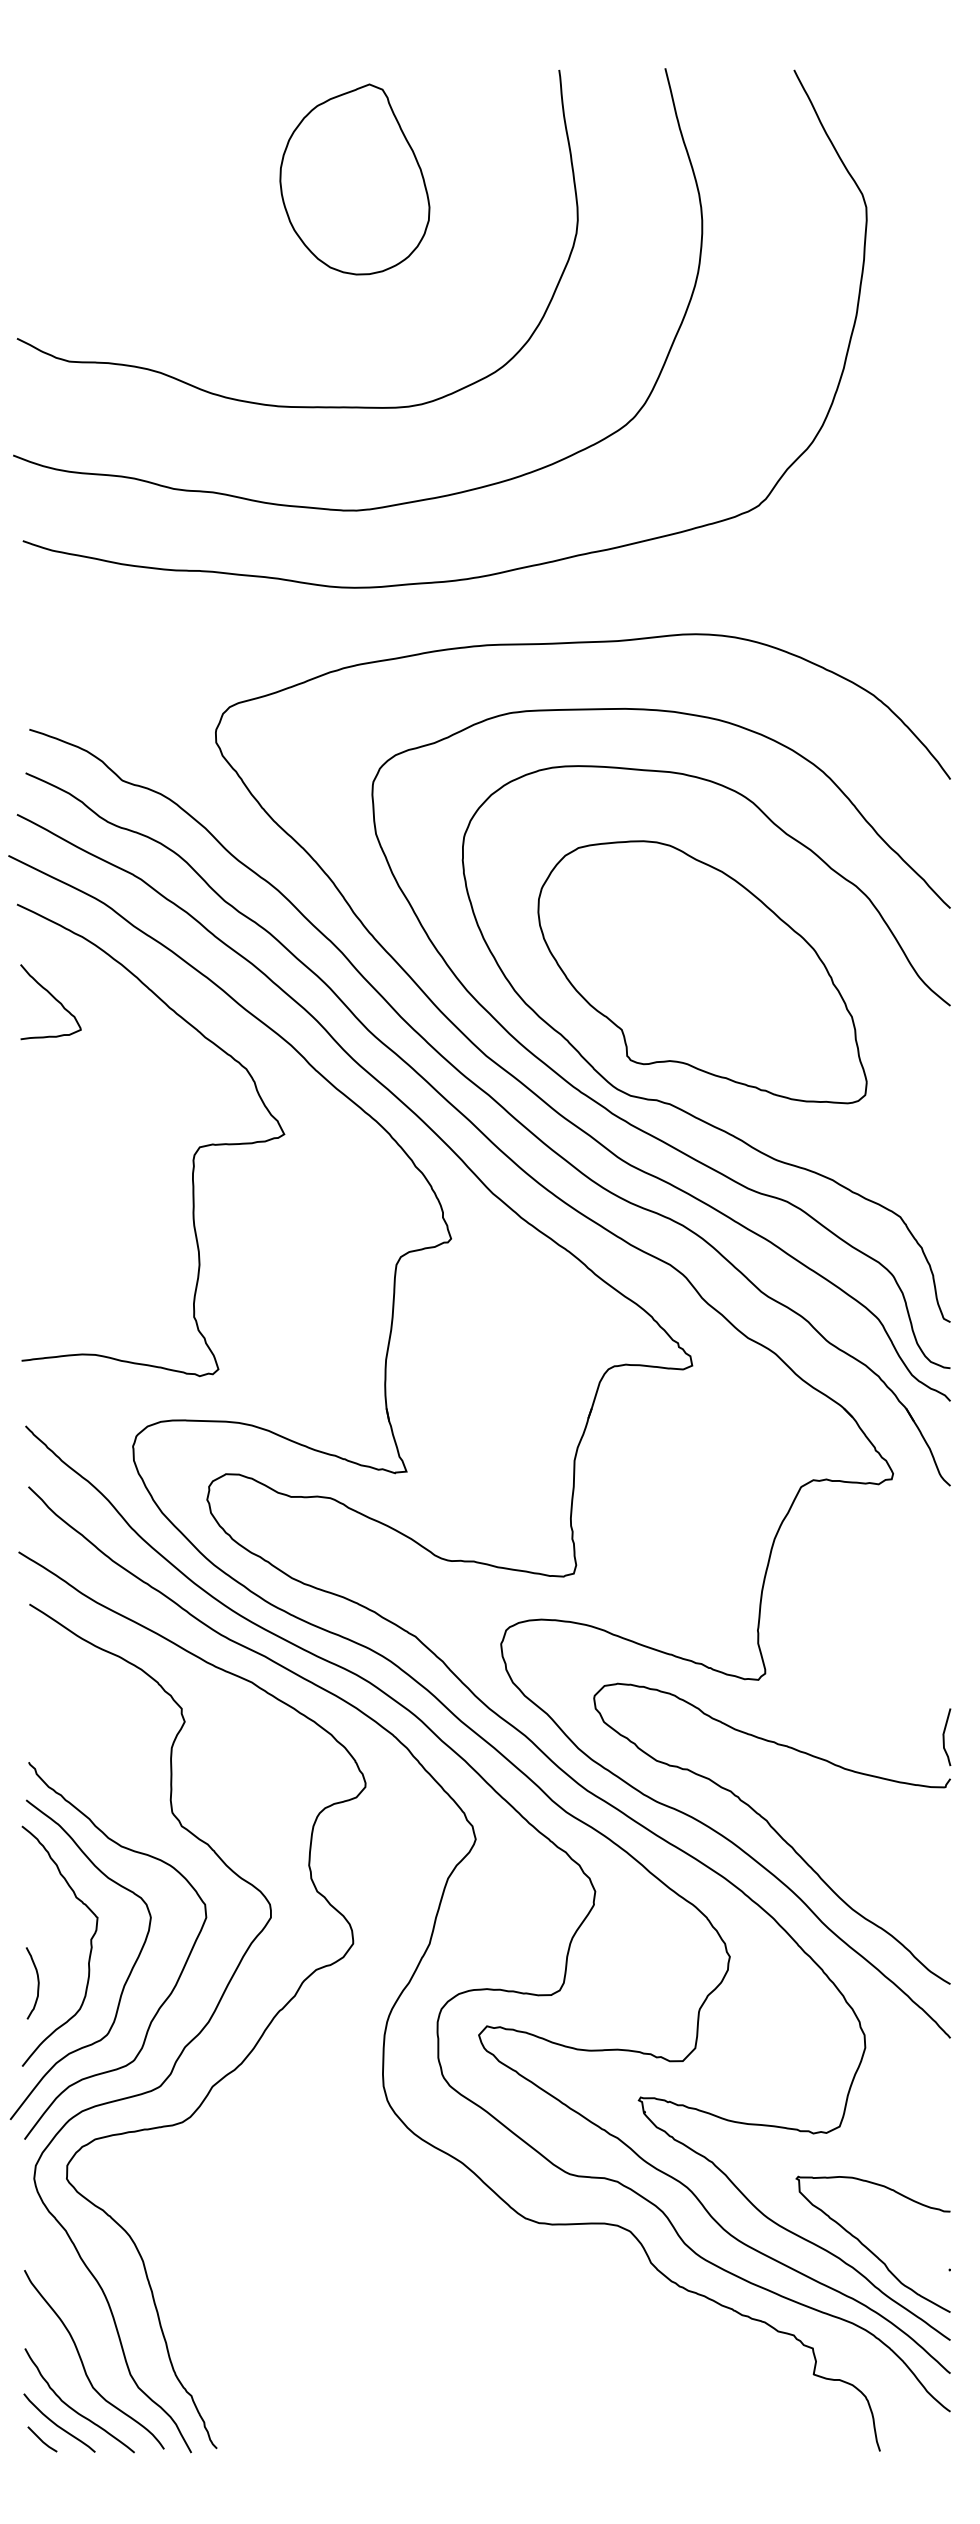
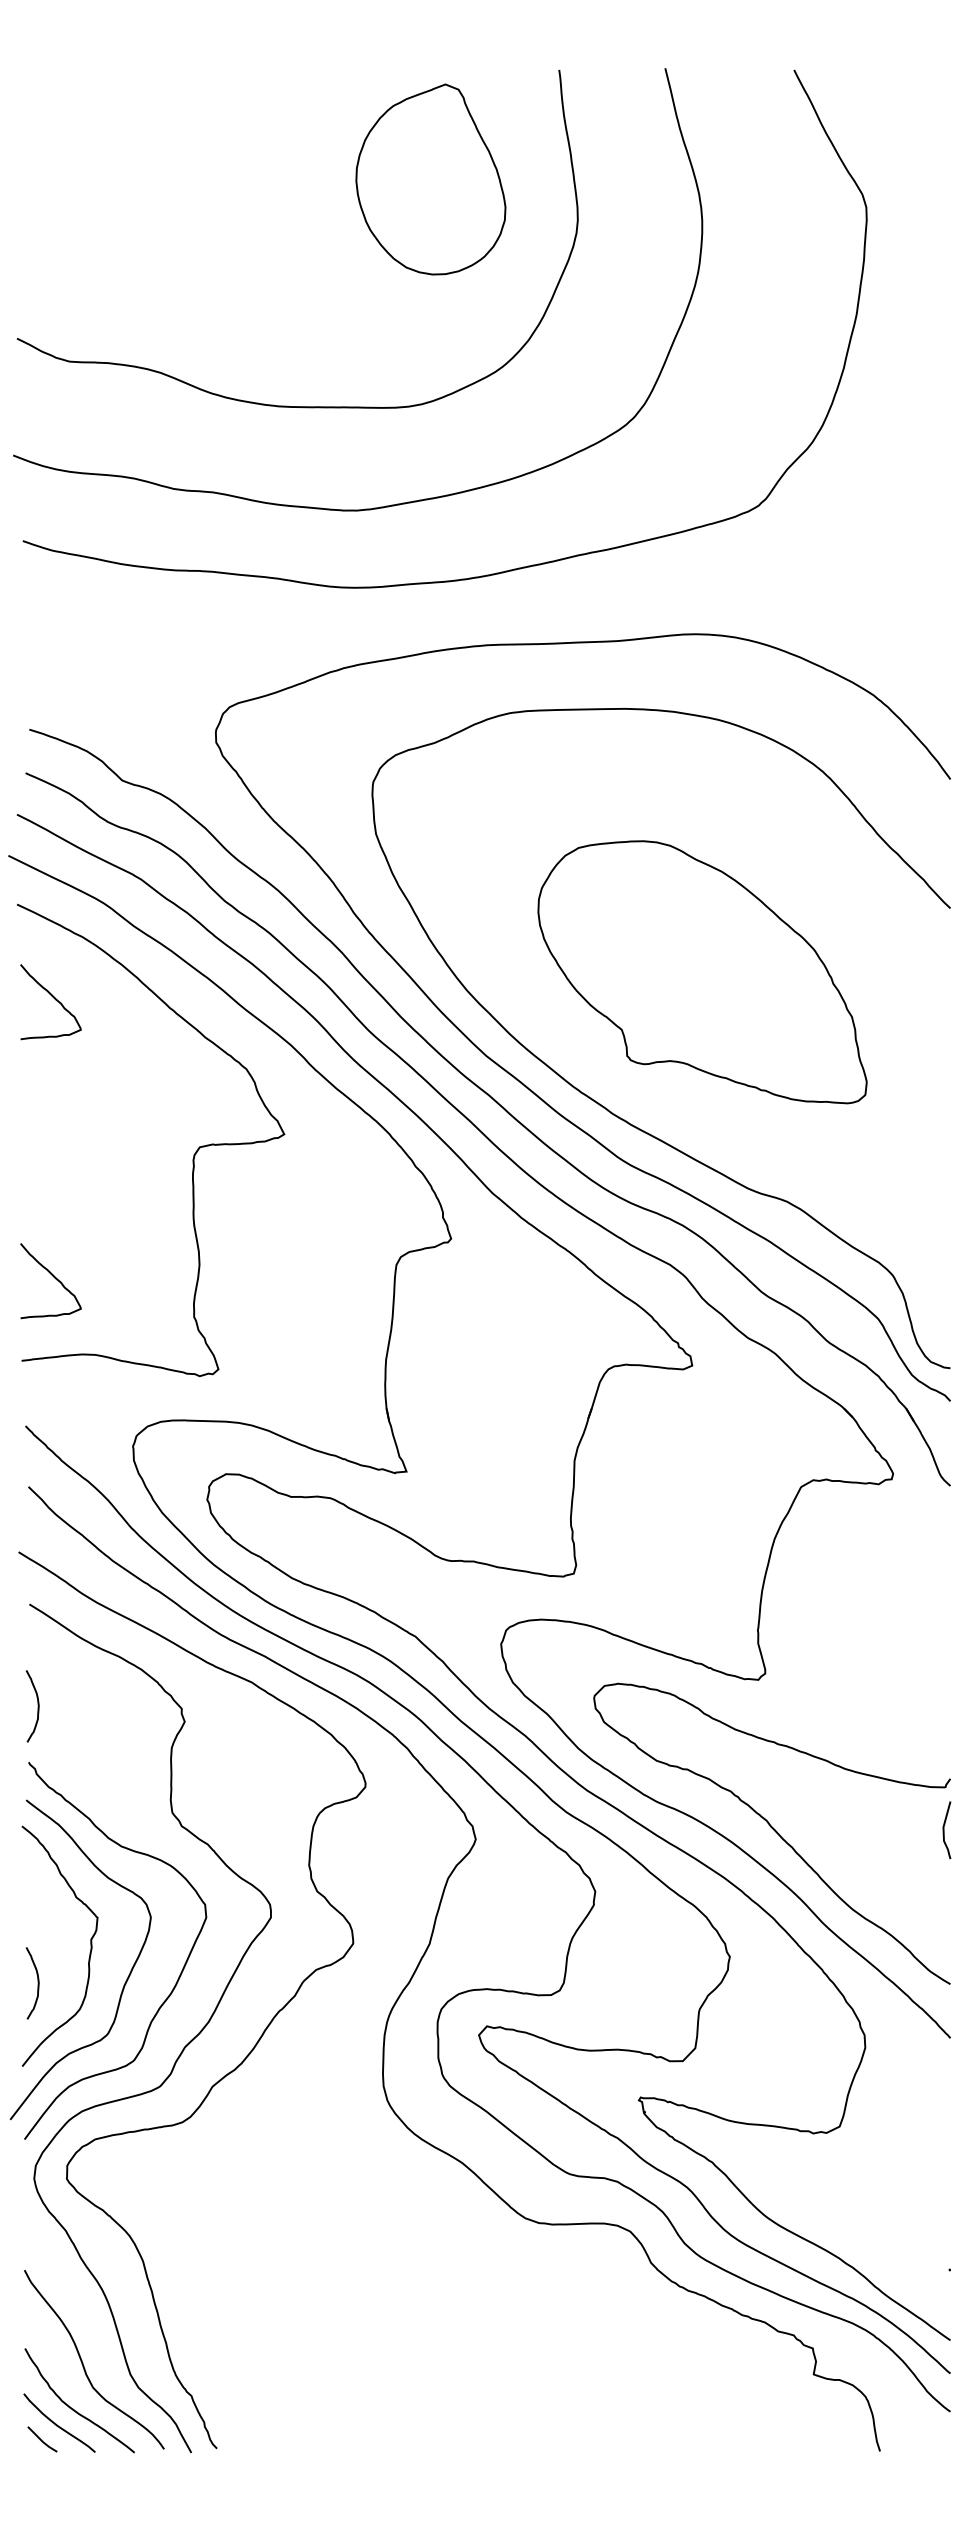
part at (354, 179) position: (354, 179) -> (430, 179)
curve at (675, 1105): present -> none
curve at (53, 1277): none -> present
curve at (37, 1706): none -> present
curve at (944, 1737) position: (944, 1737) -> (944, 1830)
curve at (870, 2249): present -> none
